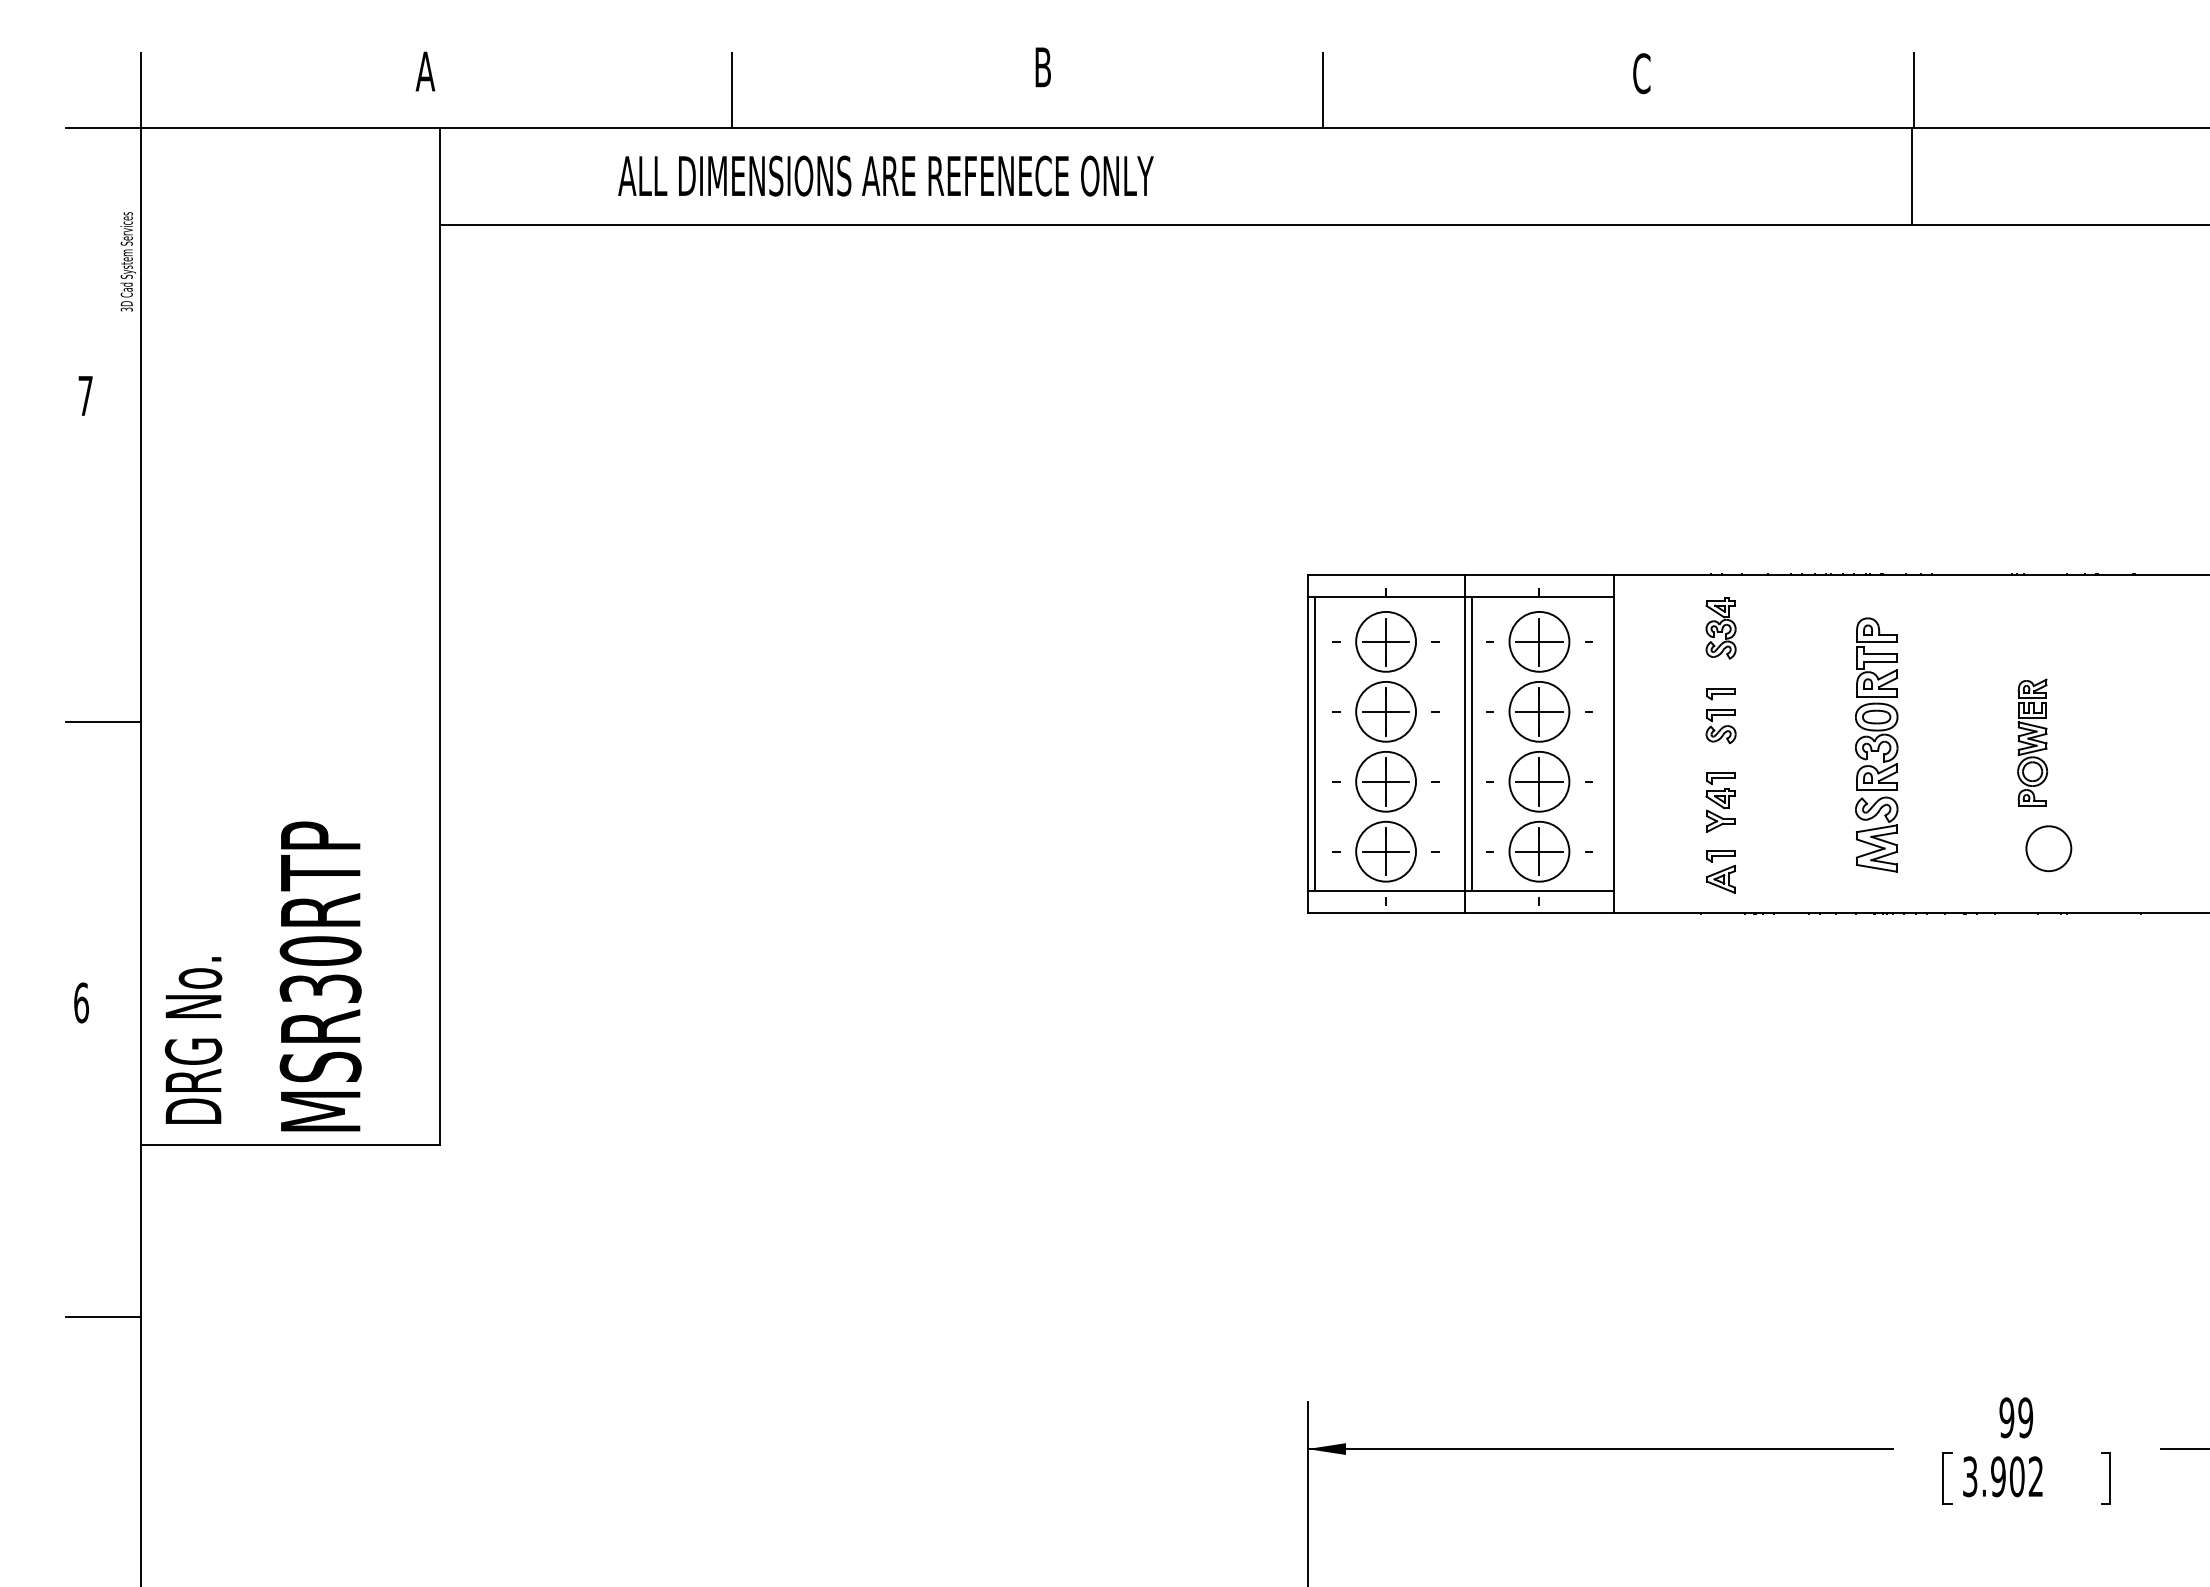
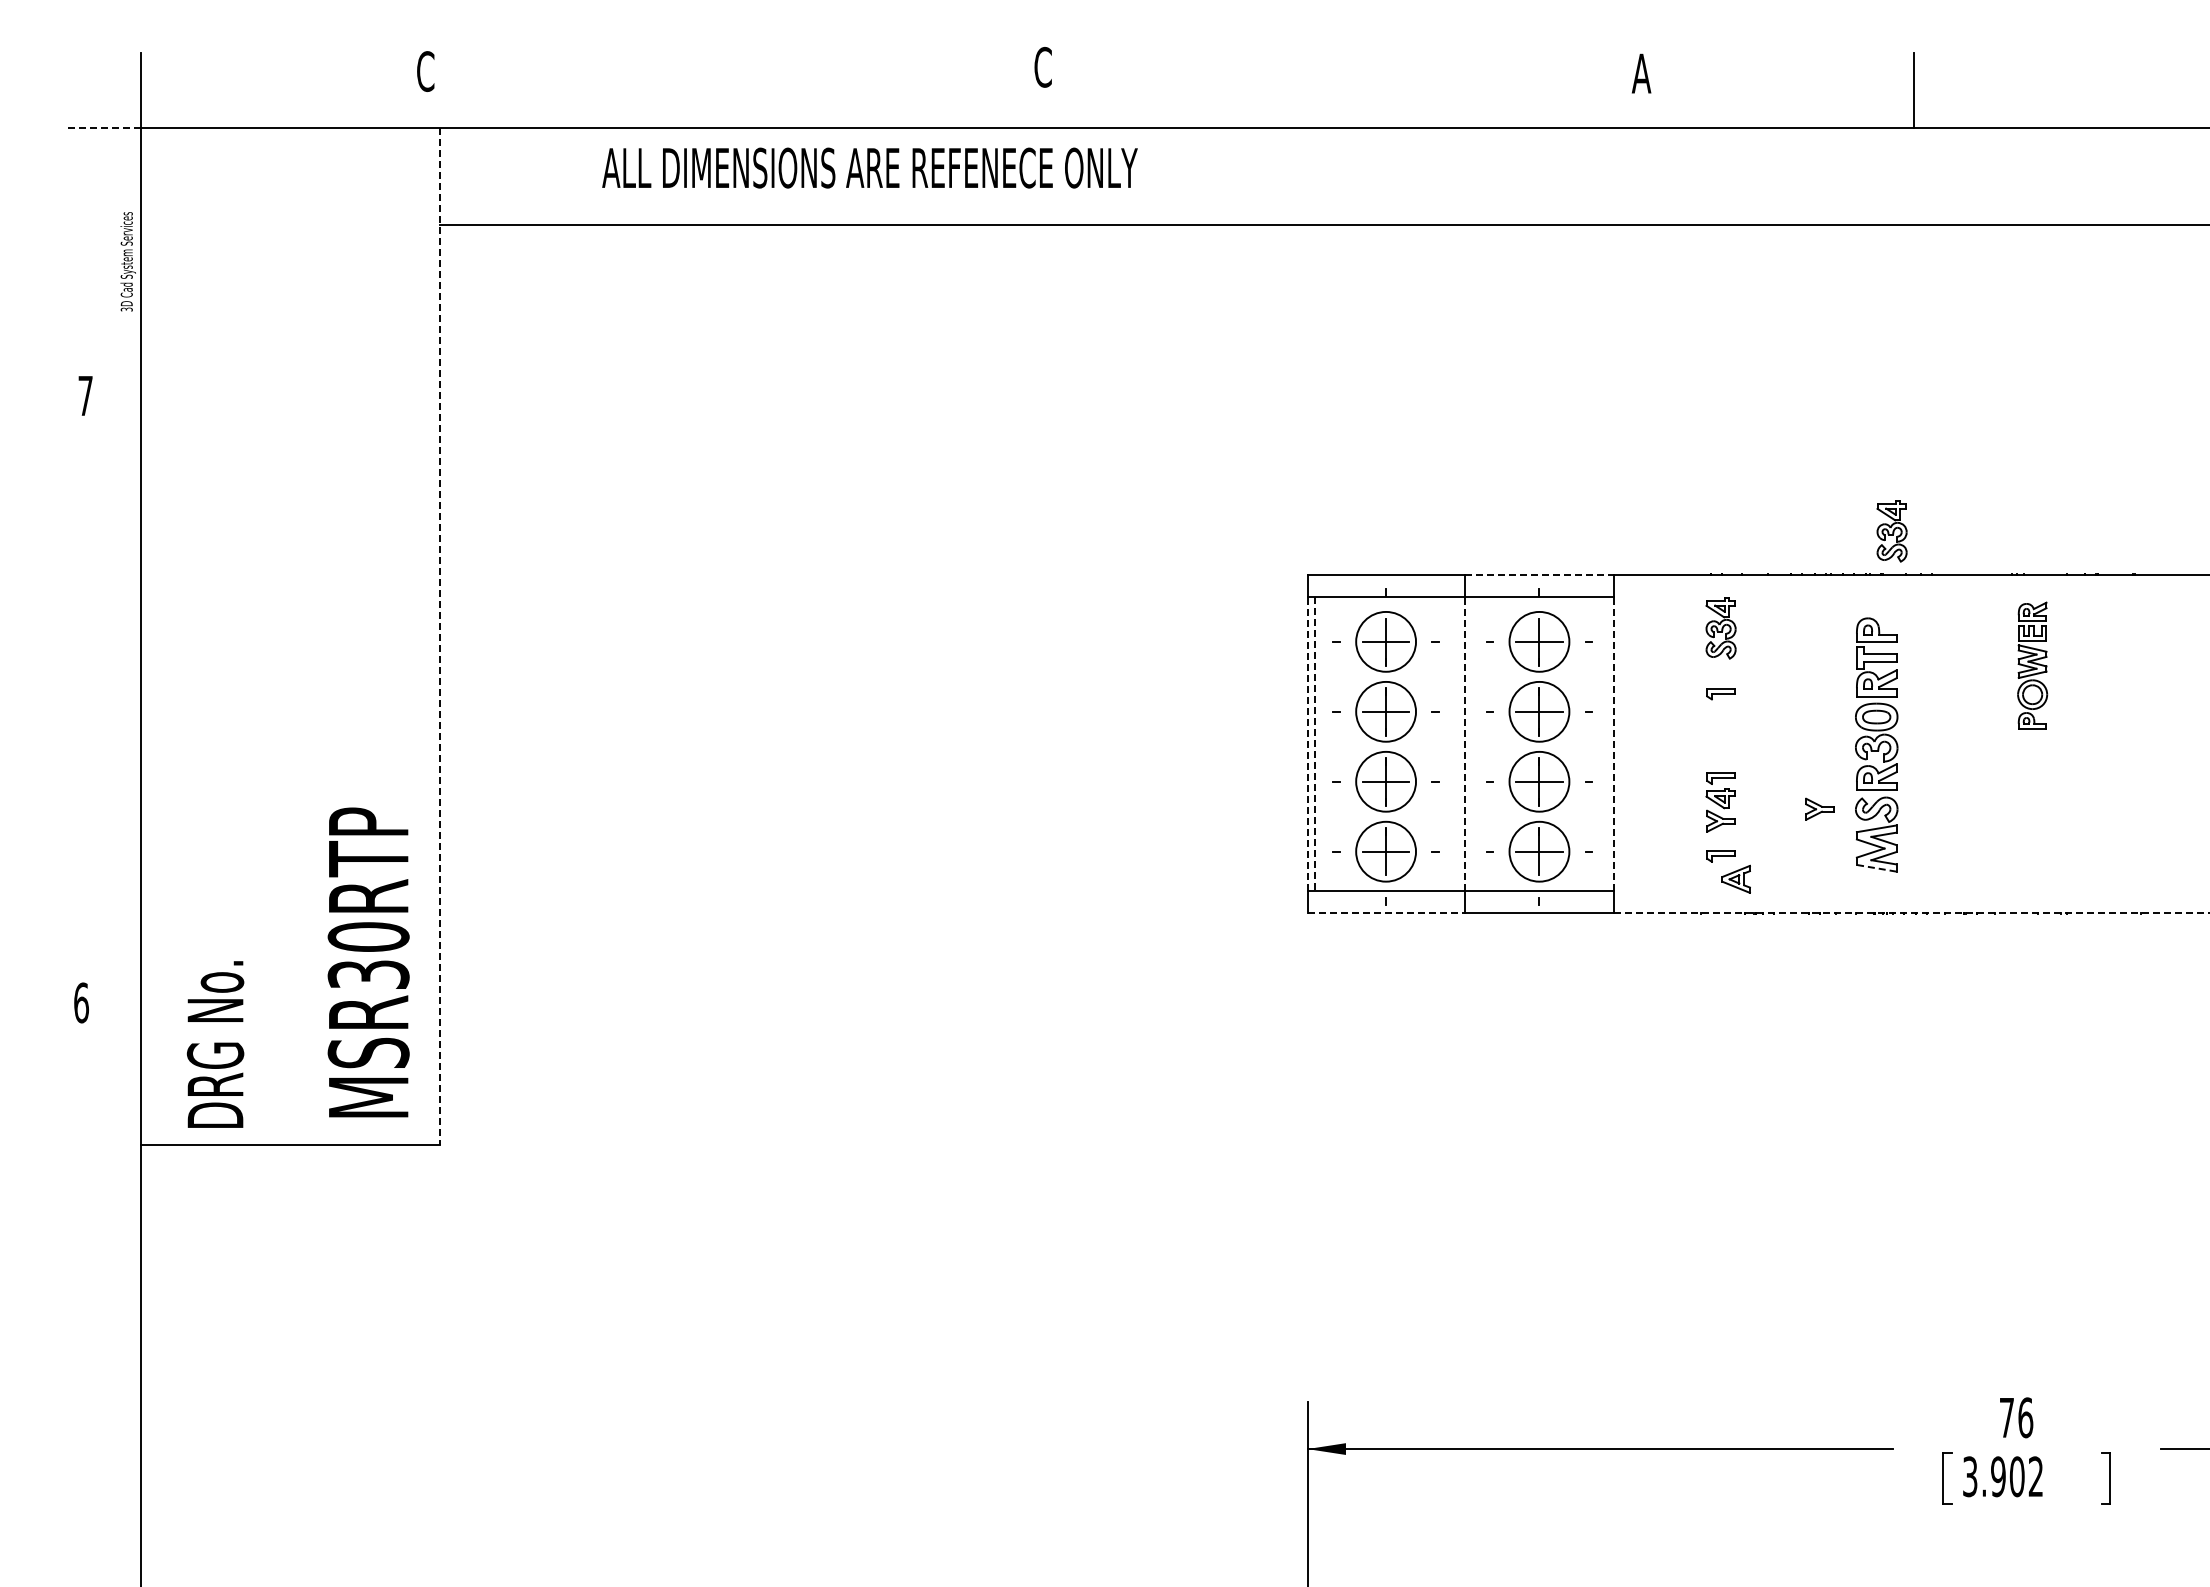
text at (1042, 66): B -> C
text at (425, 71): A -> C
text at (1641, 73): C -> A
line at (732, 90): present -> none
line at (1323, 90): present -> none
line at (103, 128): solid -> dashed
text at (885, 175) position: (885, 175) -> (869, 167)
line at (1911, 176): present -> none
part at (1891, 531): none -> present
line at (1539, 574): solid -> dashed
line at (440, 637): solid -> dashed
line at (103, 722): present -> none
part at (1720, 726): present -> none
part at (2032, 742) position: (2032, 742) -> (2032, 665)
line at (1307, 743): solid -> dashed
line at (1464, 743): solid -> dashed
line at (1614, 743): solid -> dashed
line at (1315, 744): solid -> dashed
line at (1472, 744): present -> none
part at (1819, 808): none -> present
circle at (2048, 848): present -> none
line at (1876, 868): solid -> dashed
part at (1720, 878) position: (1720, 878) -> (1735, 878)
line at (1386, 913): solid -> dashed
line at (1912, 913): solid -> dashed
text at (320, 976) position: (320, 976) -> (368, 962)
text at (193, 1040) position: (193, 1040) -> (215, 1044)
line at (103, 1316): present -> none
text at (2016, 1417): 99 -> 76
